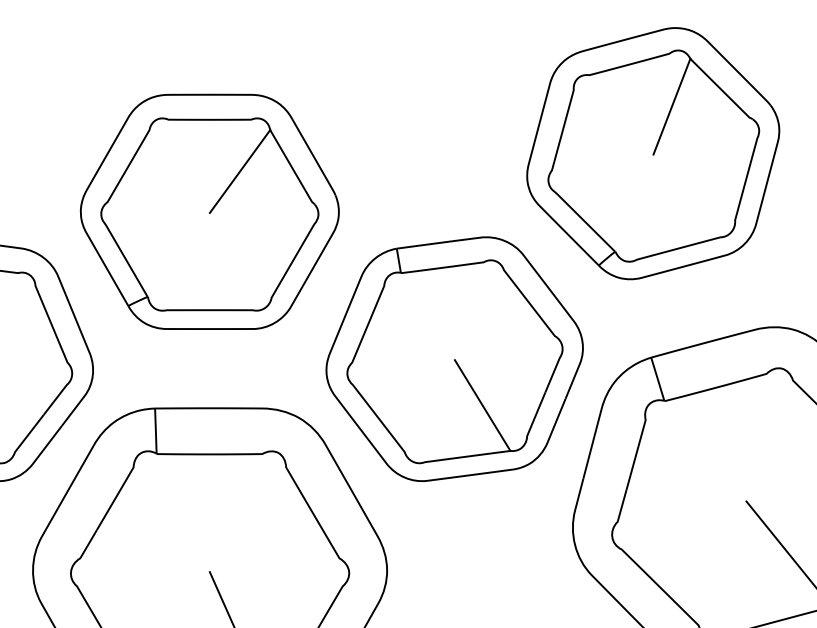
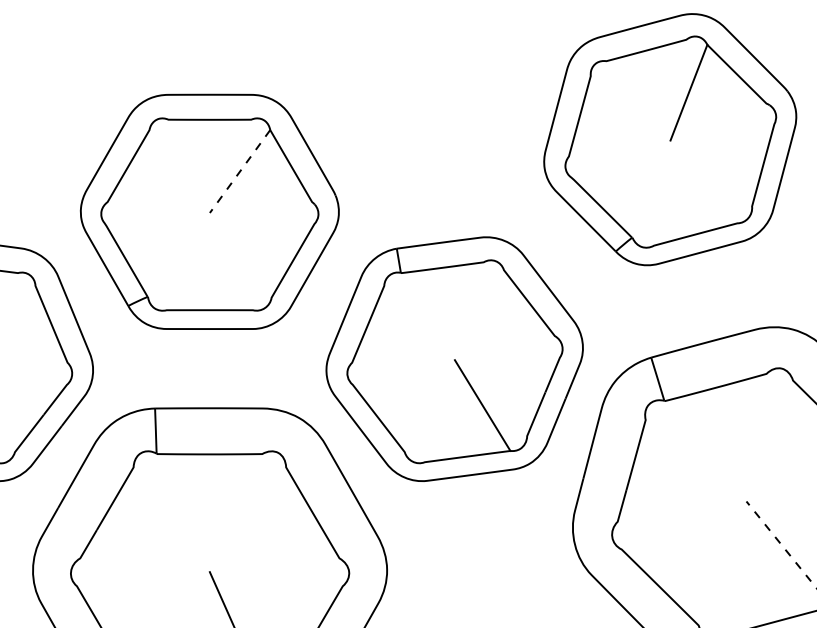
part at (653, 153) position: (653, 153) -> (670, 139)
line at (239, 171): solid -> dashed
line at (781, 544): solid -> dashed
